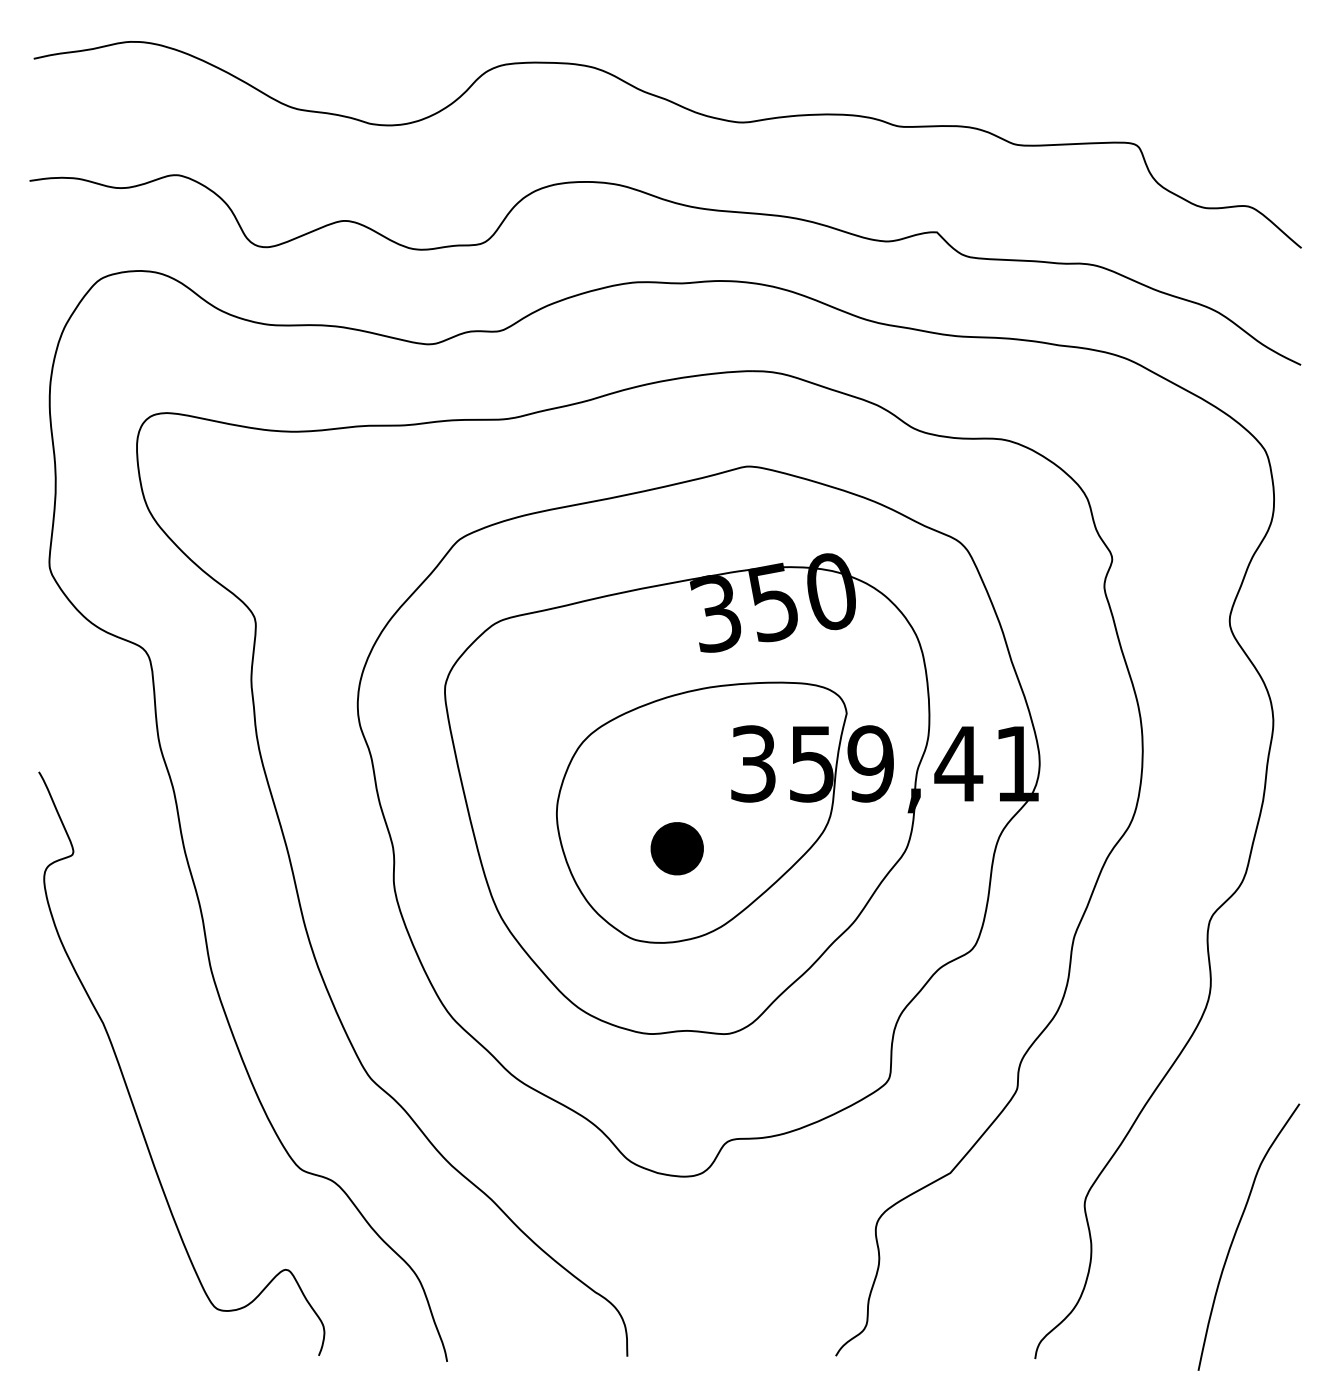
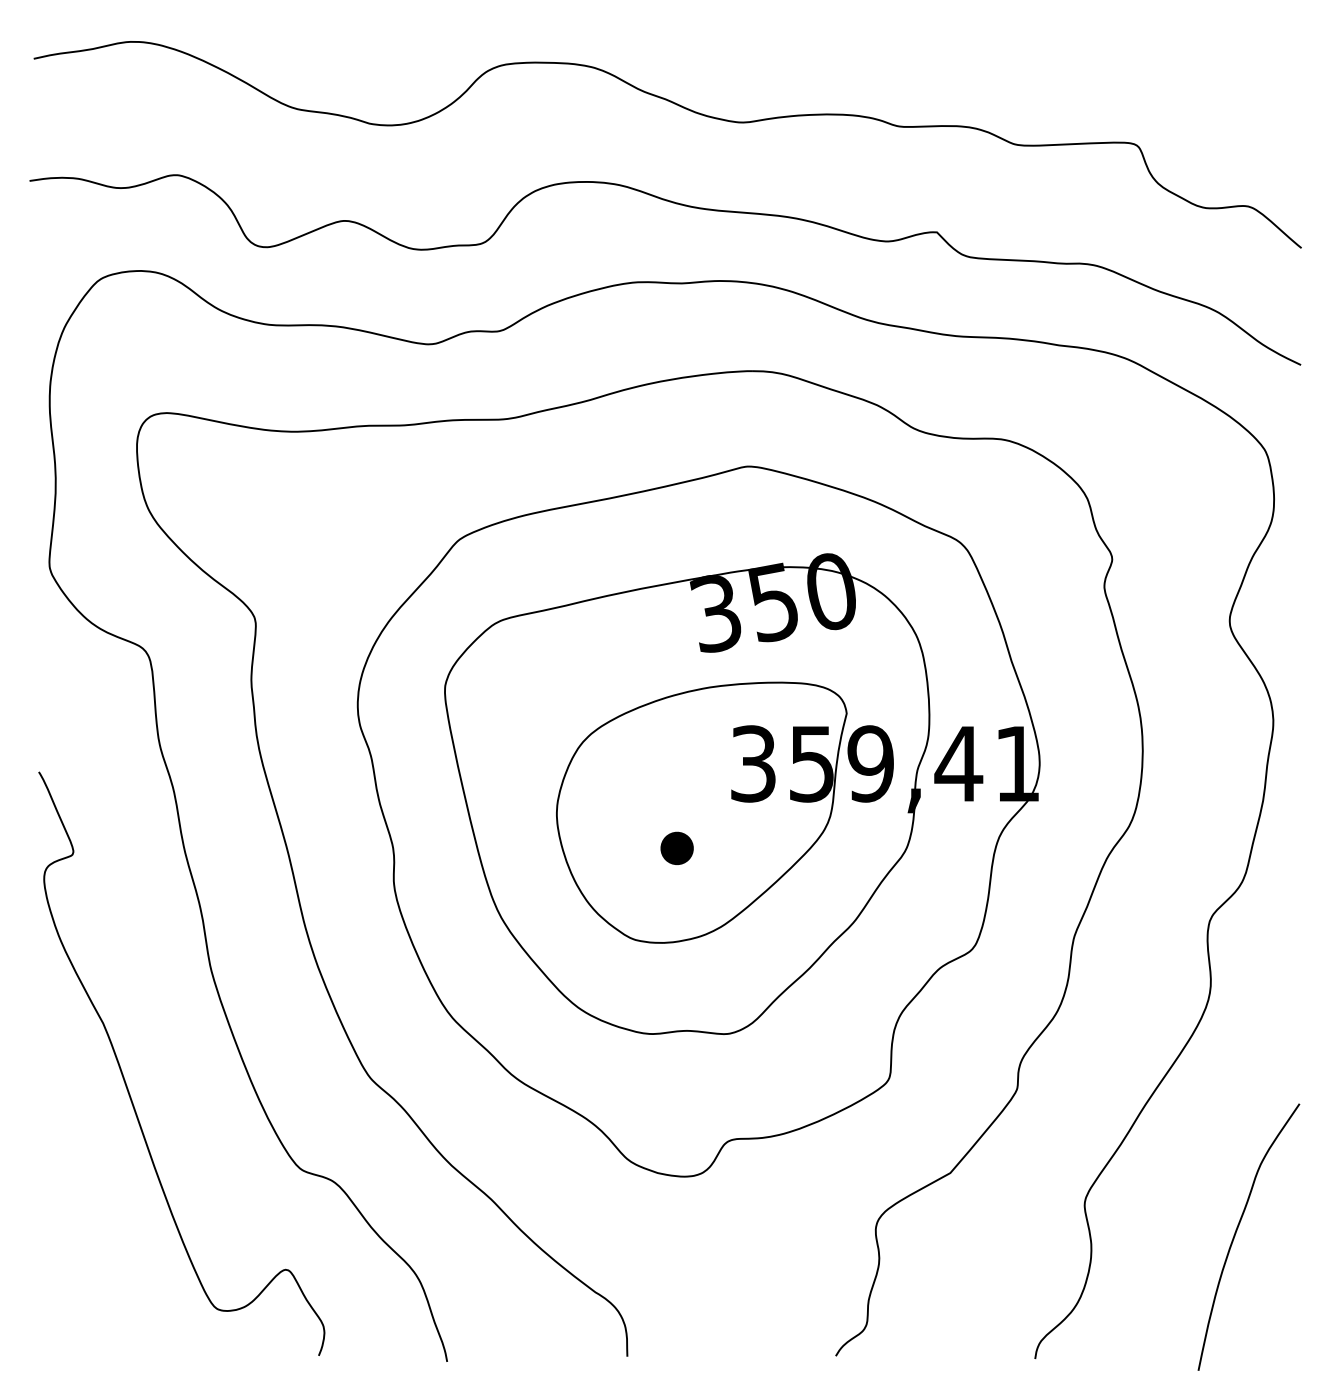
part at (676, 848) size: 54x54 px -> 34x34 px
